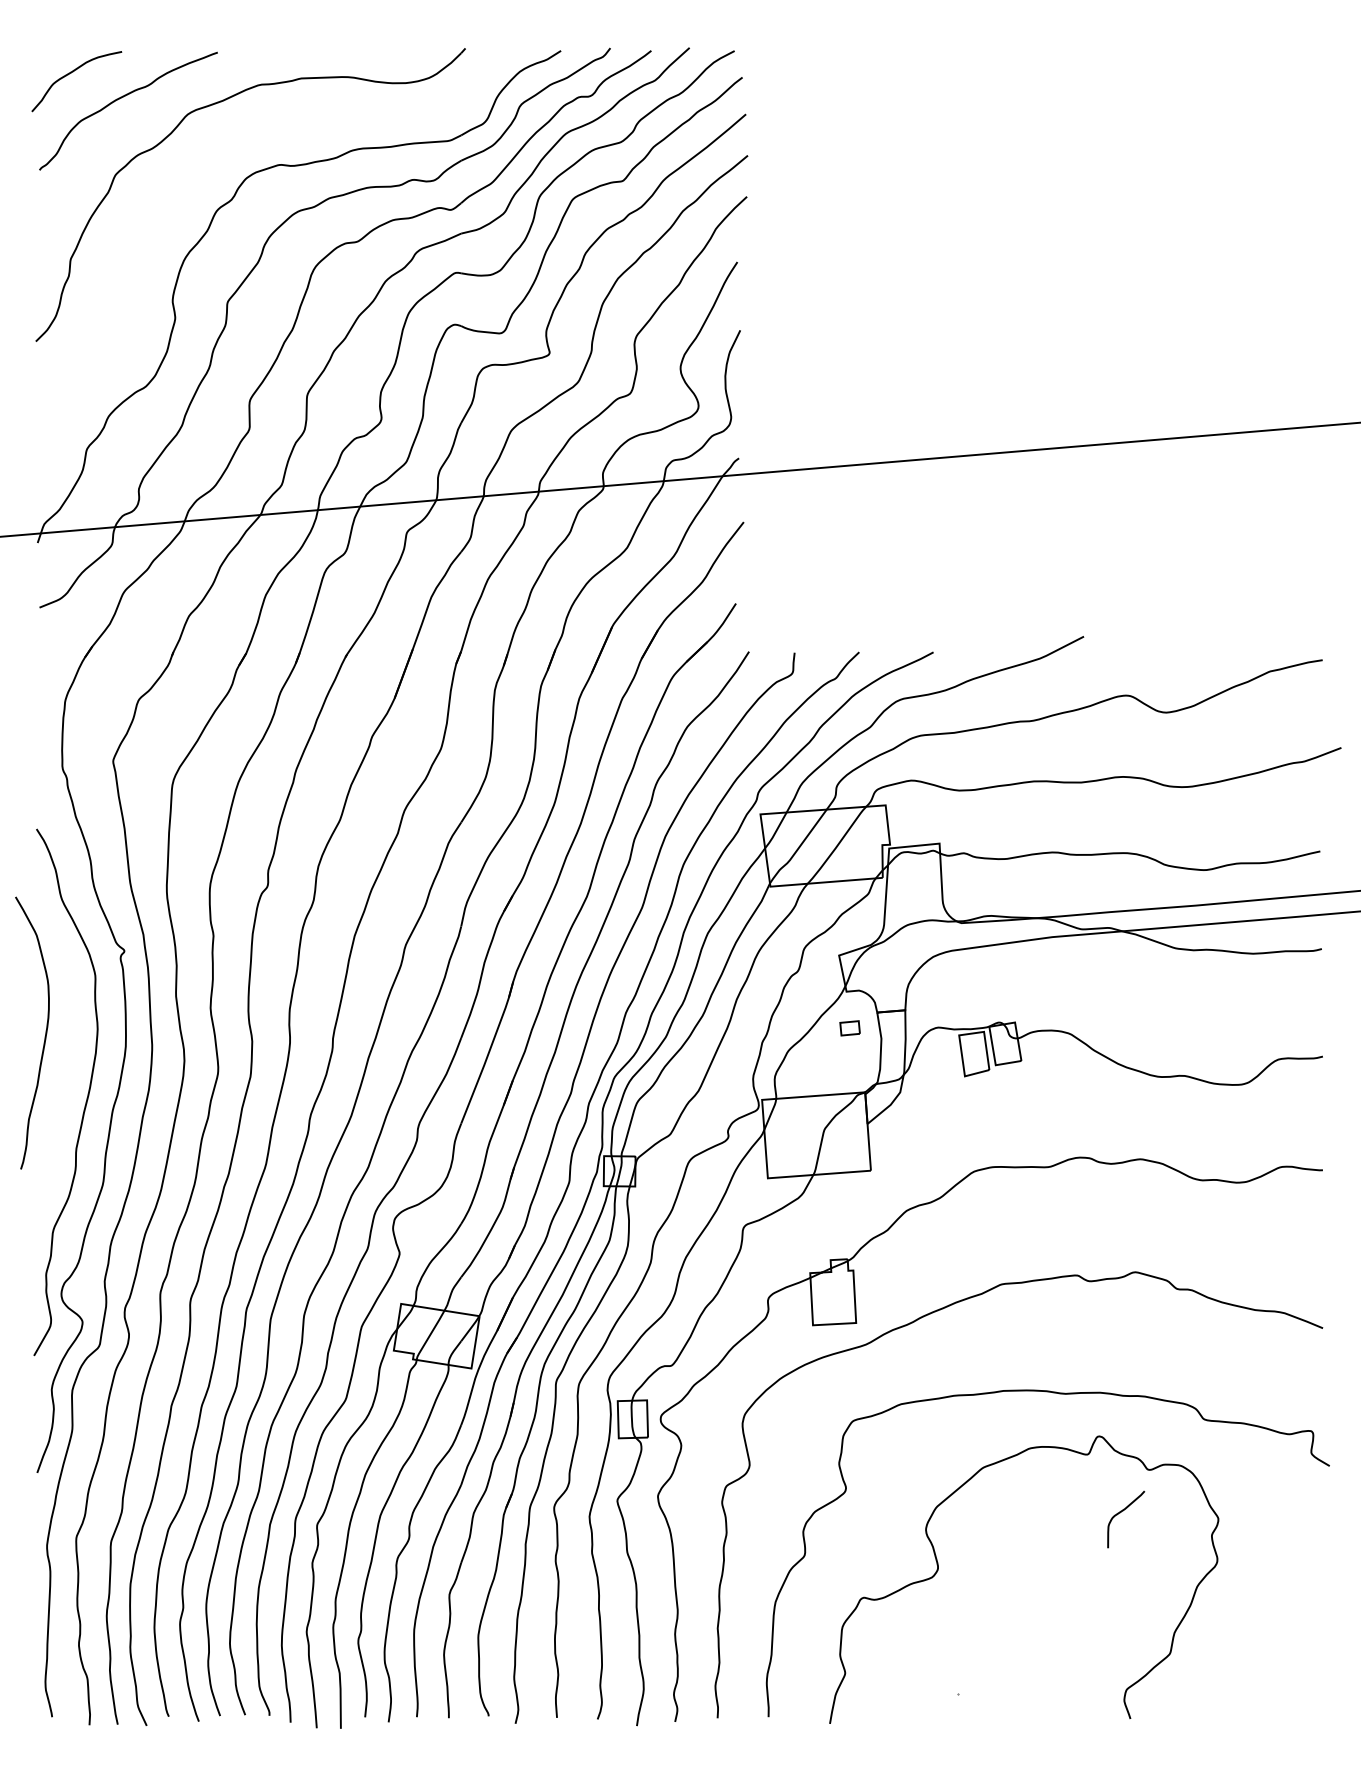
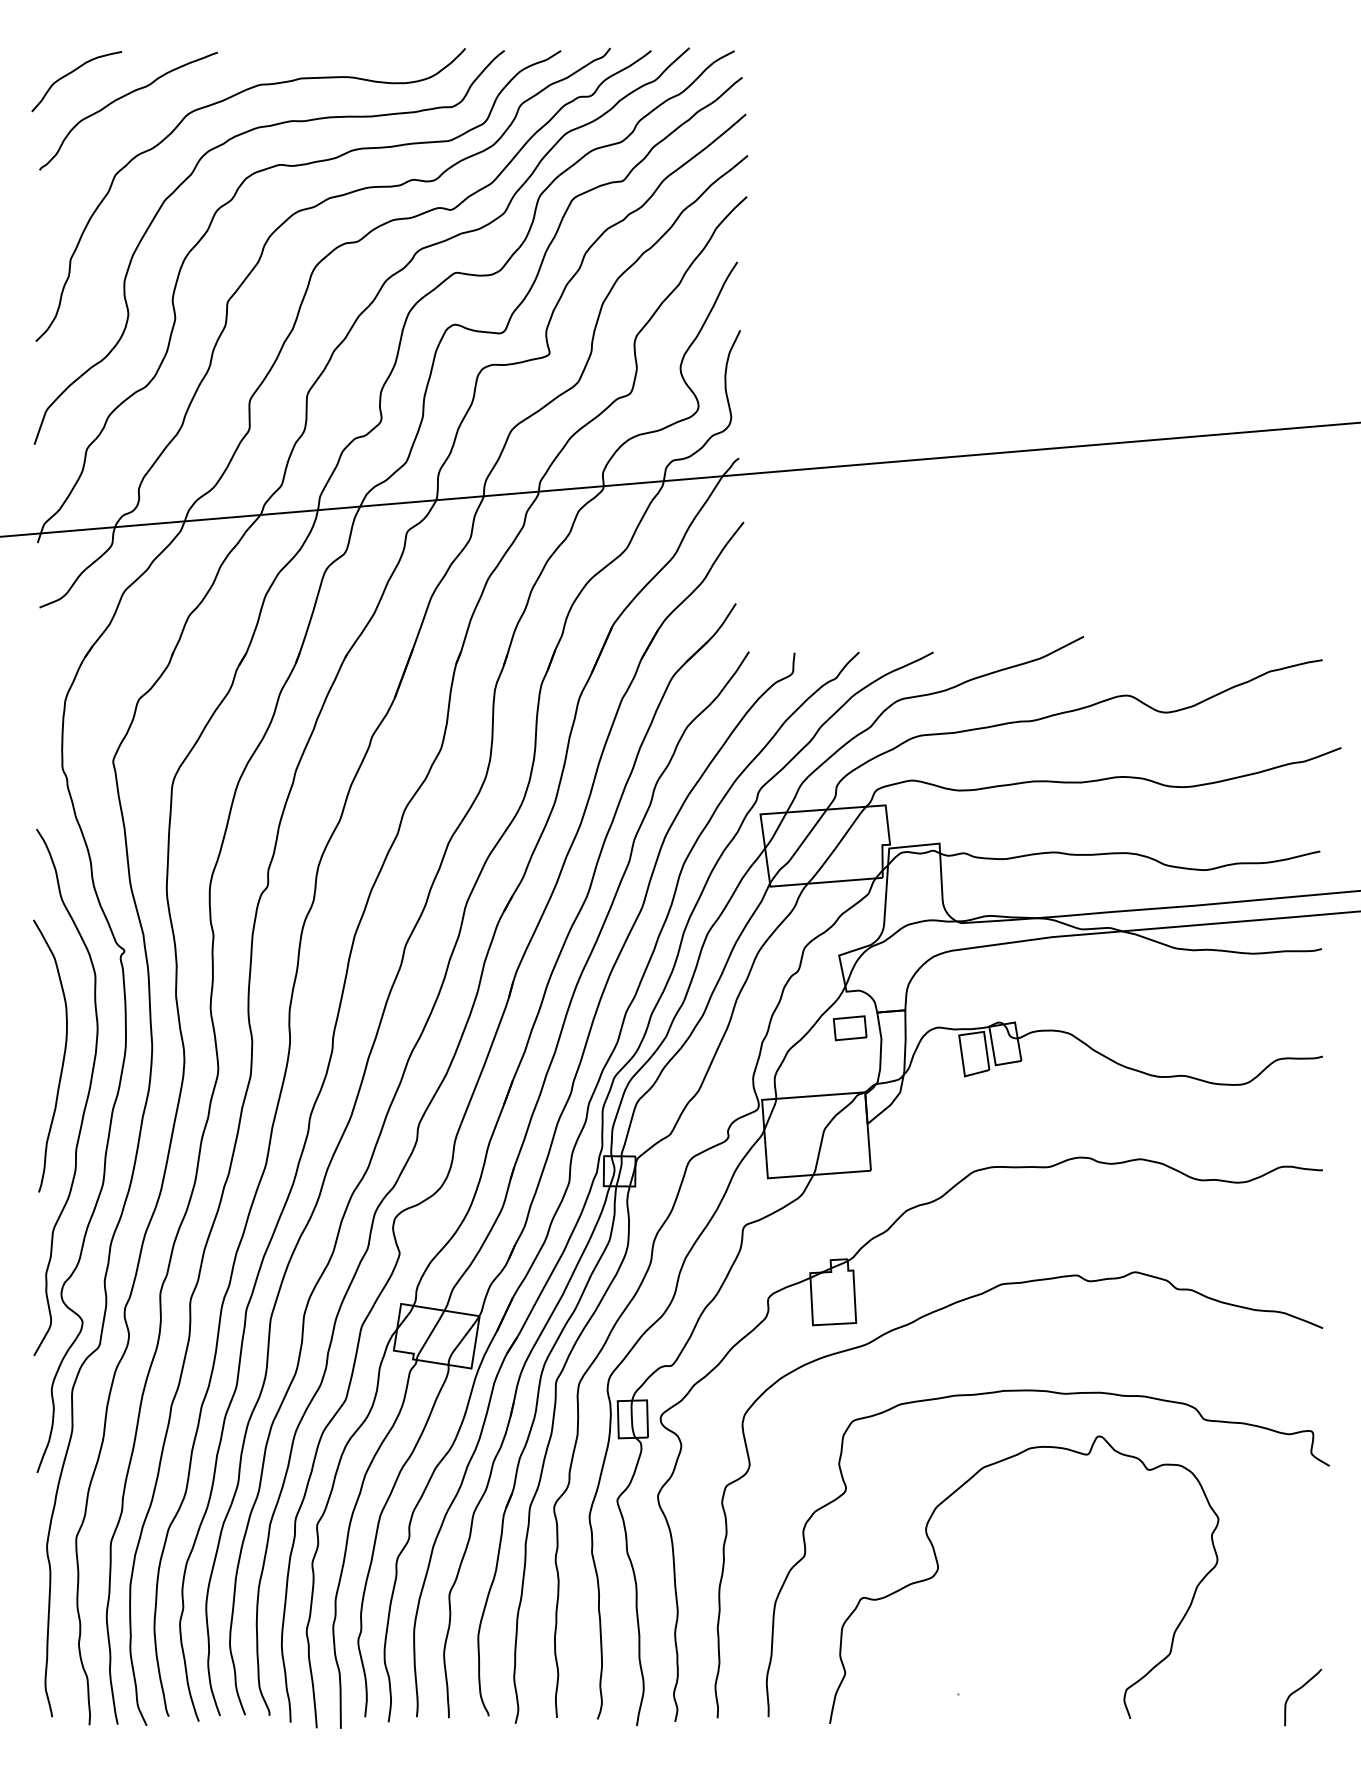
part at (192, 174): none -> present
part at (849, 1028) size: 22x17 px -> 36x27 px
curve at (44, 1036) position: (44, 1036) -> (62, 1059)
curve at (1120, 1513) position: (1120, 1513) -> (1297, 1691)
